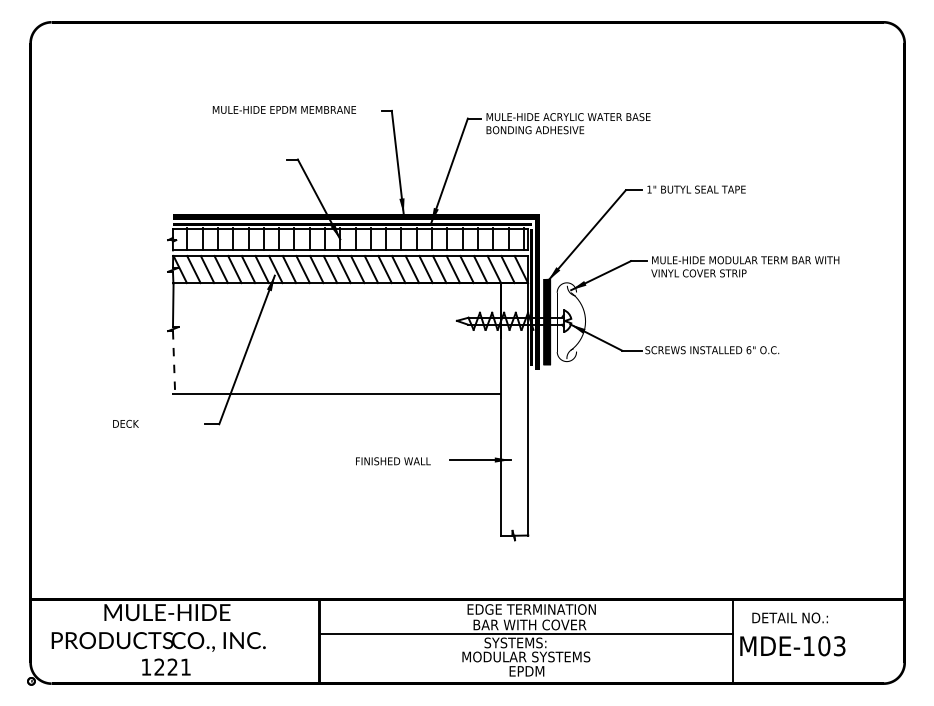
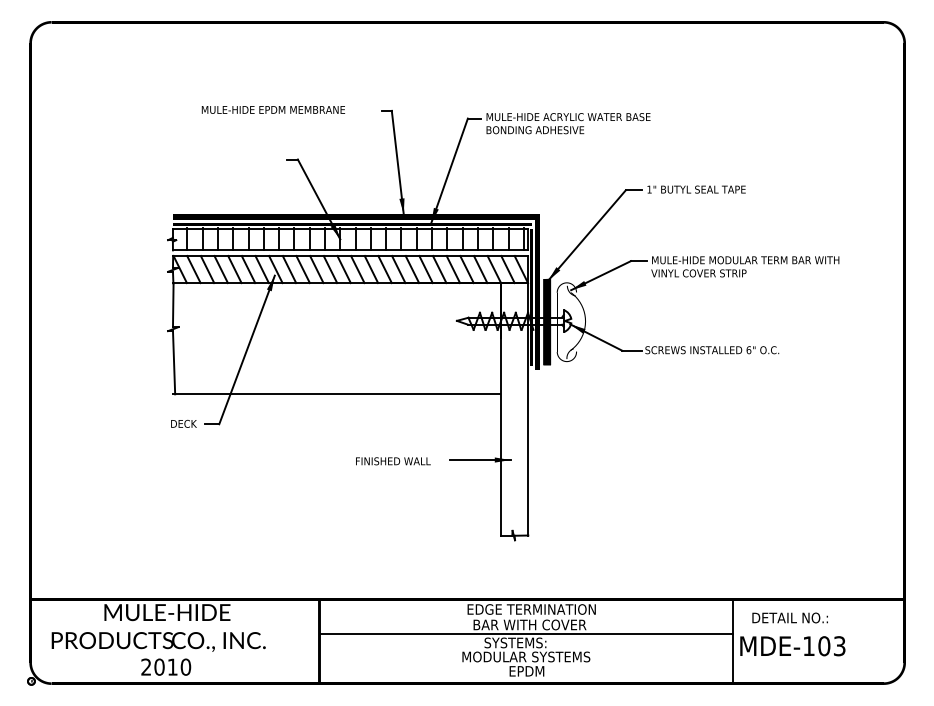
text at (283, 109) position: (283, 109) -> (272, 109)
line at (174, 362): dashed -> solid
text at (125, 423) position: (125, 423) -> (183, 423)
text at (166, 666): 1221 -> 2010
